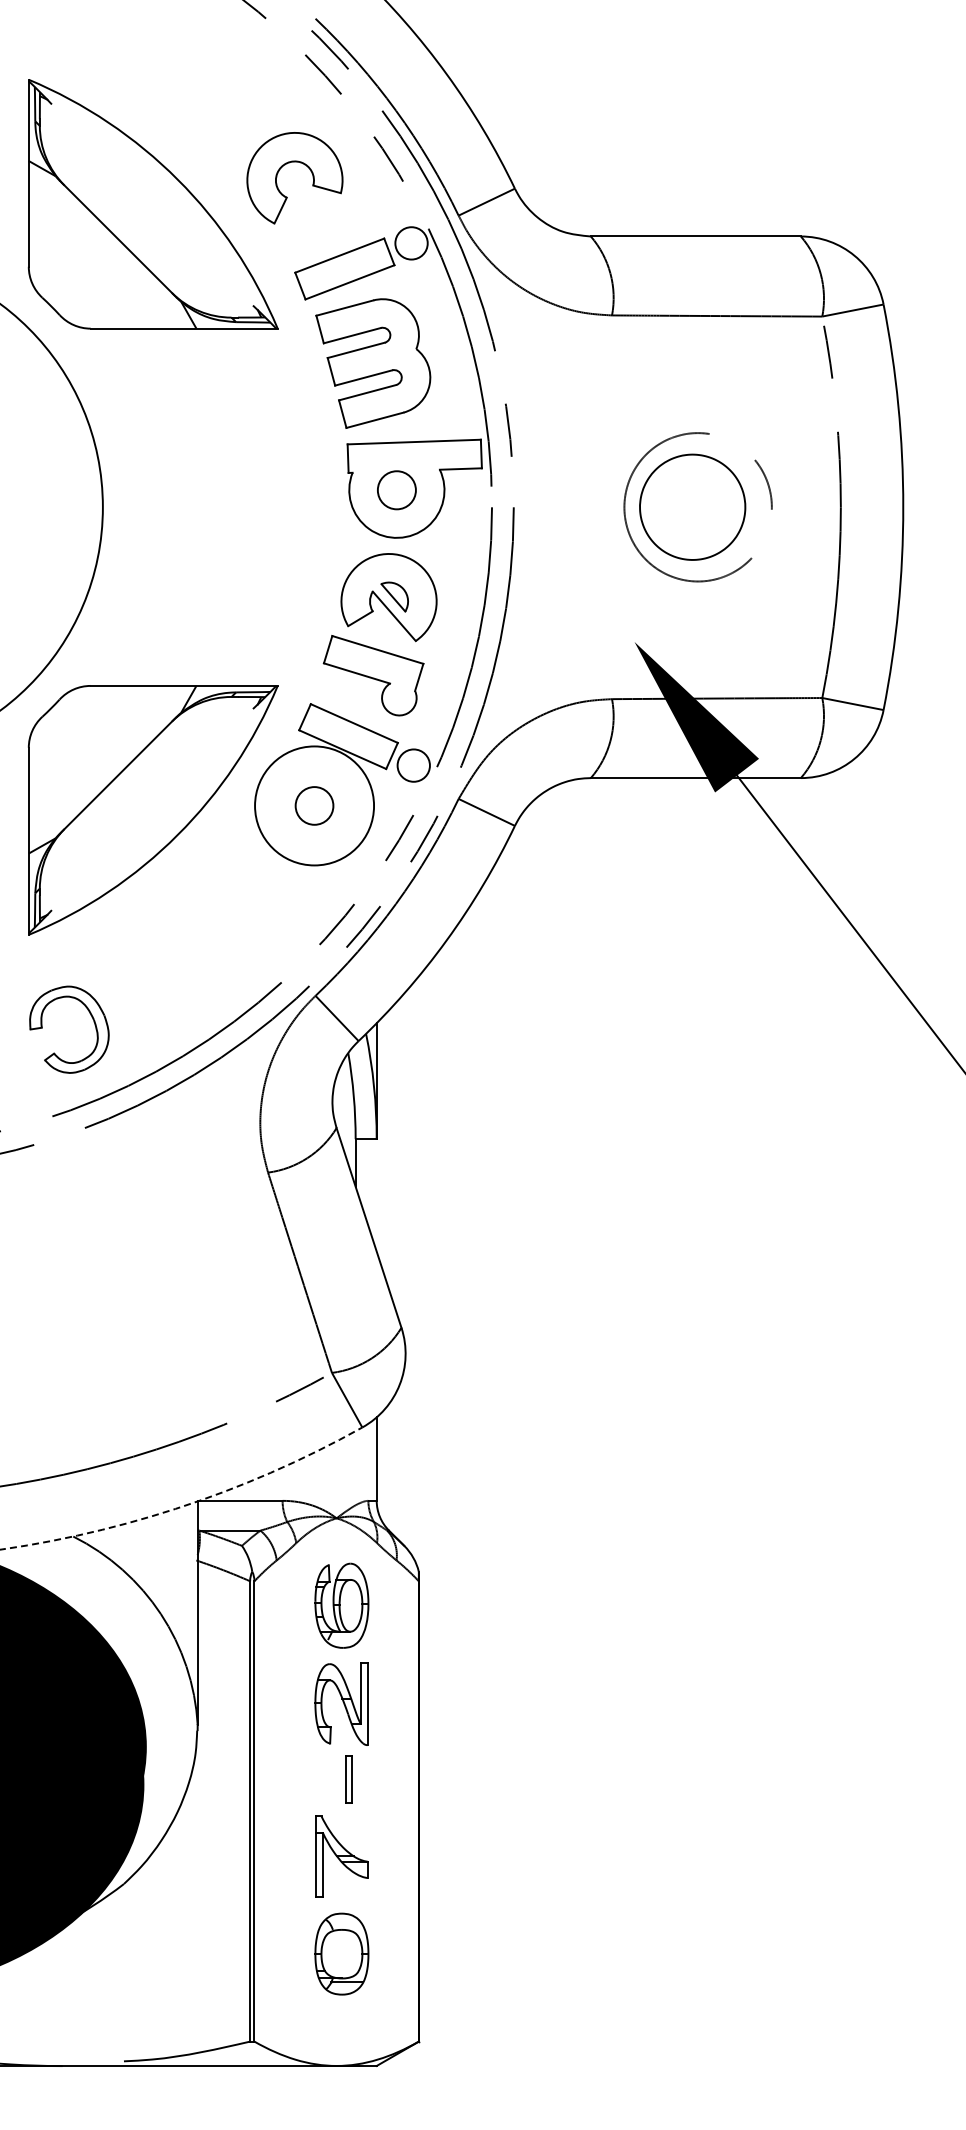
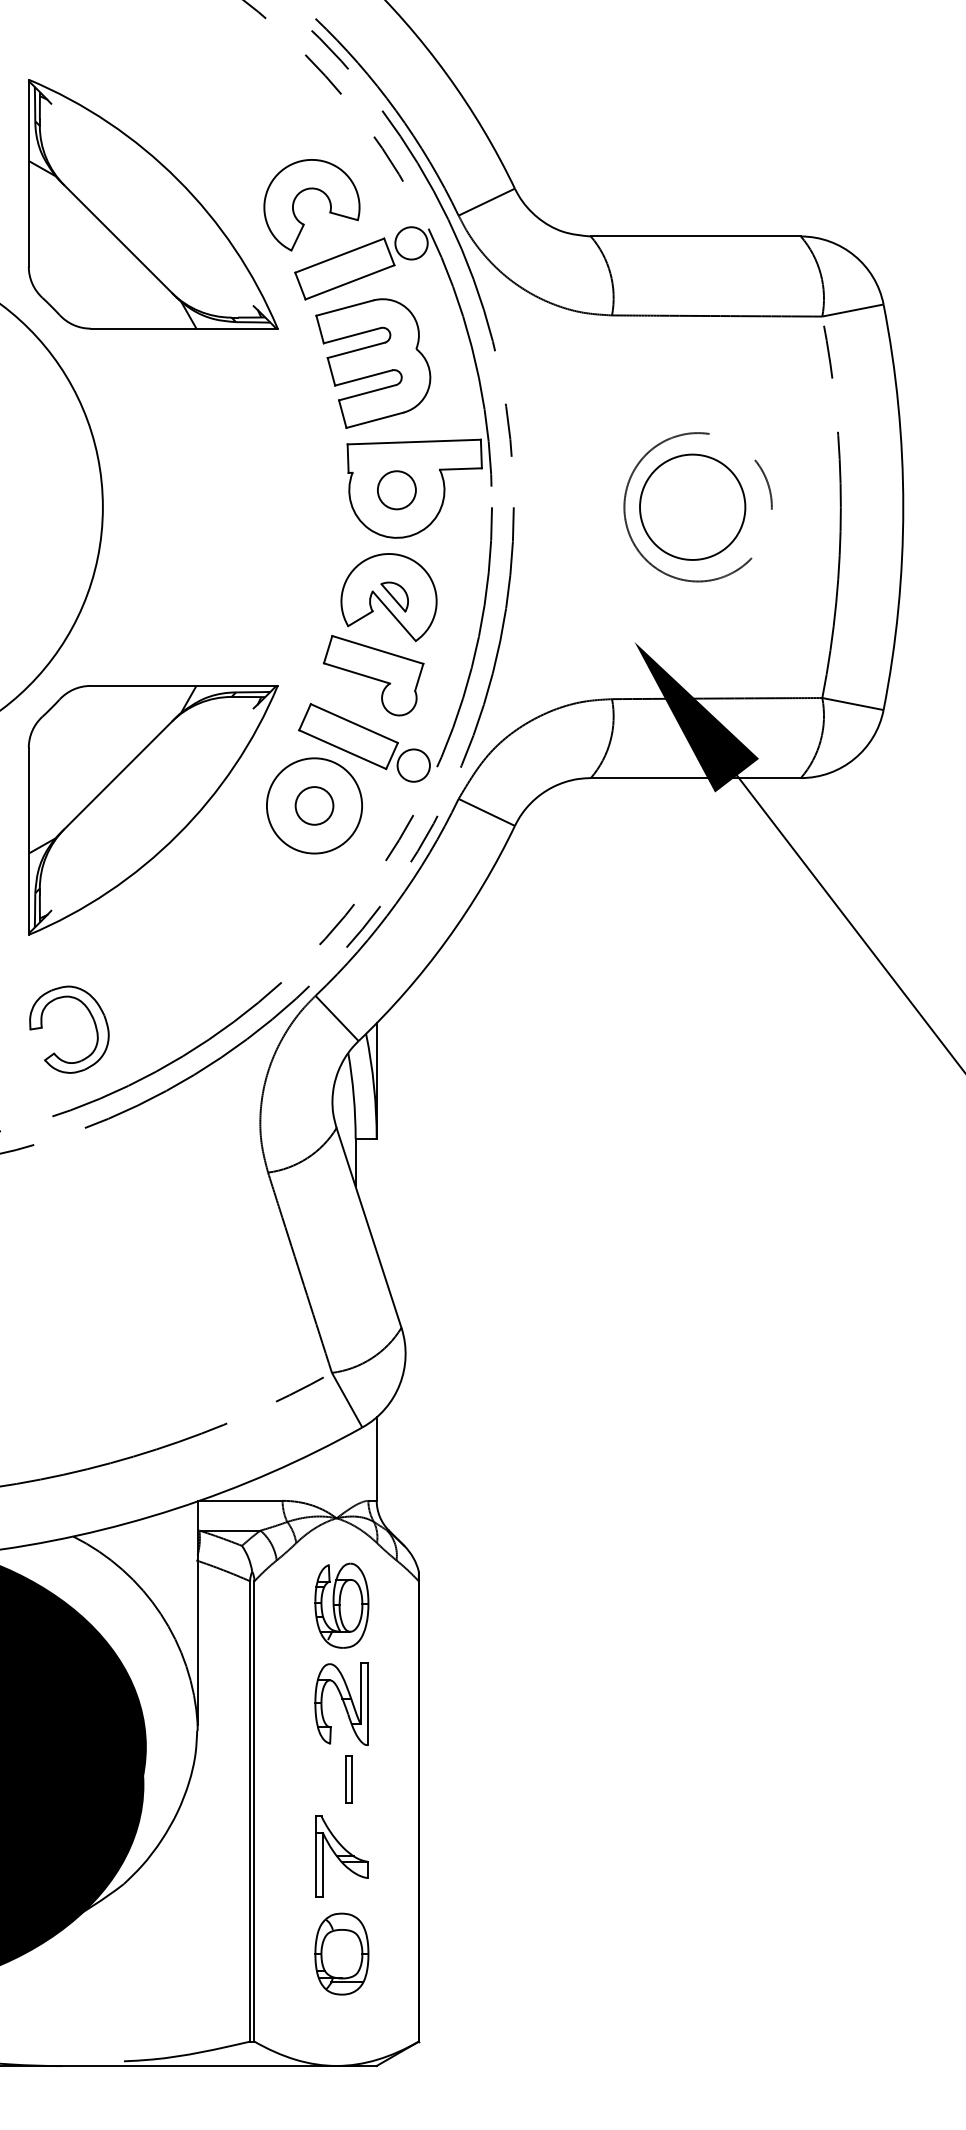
part at (289, 163) position: (289, 163) -> (306, 190)
circle at (314, 805) diameter: 119 px -> 95 px
arc at (186, 1505): dashed -> solid
